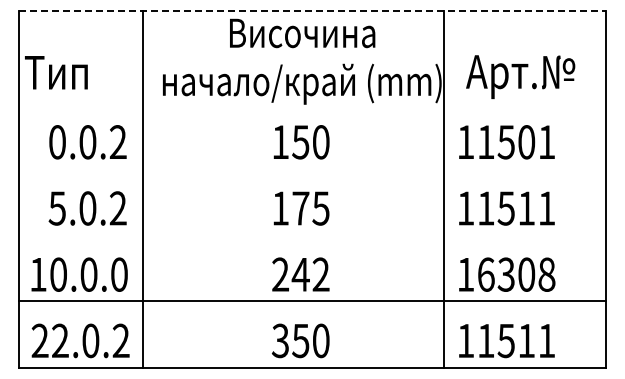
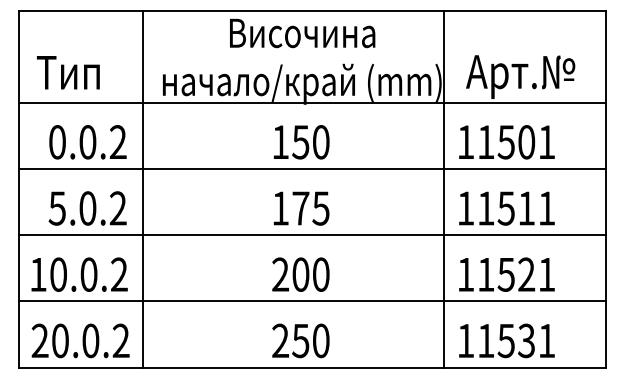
line at (312, 11): dashed -> solid
text at (56, 72) position: (56, 72) -> (68, 72)
line at (312, 102): none -> present
line at (312, 168): none -> present
line at (312, 235): none -> present
text at (119, 274): 10.0.0 -> 10.0.2
text at (310, 274): 242 -> 200
text at (516, 274): 16308 -> 11521
text at (60, 340): 22.0.2 -> 20.0.2
text at (526, 340): 11511 -> 11531
text at (279, 341): 350 -> 250
